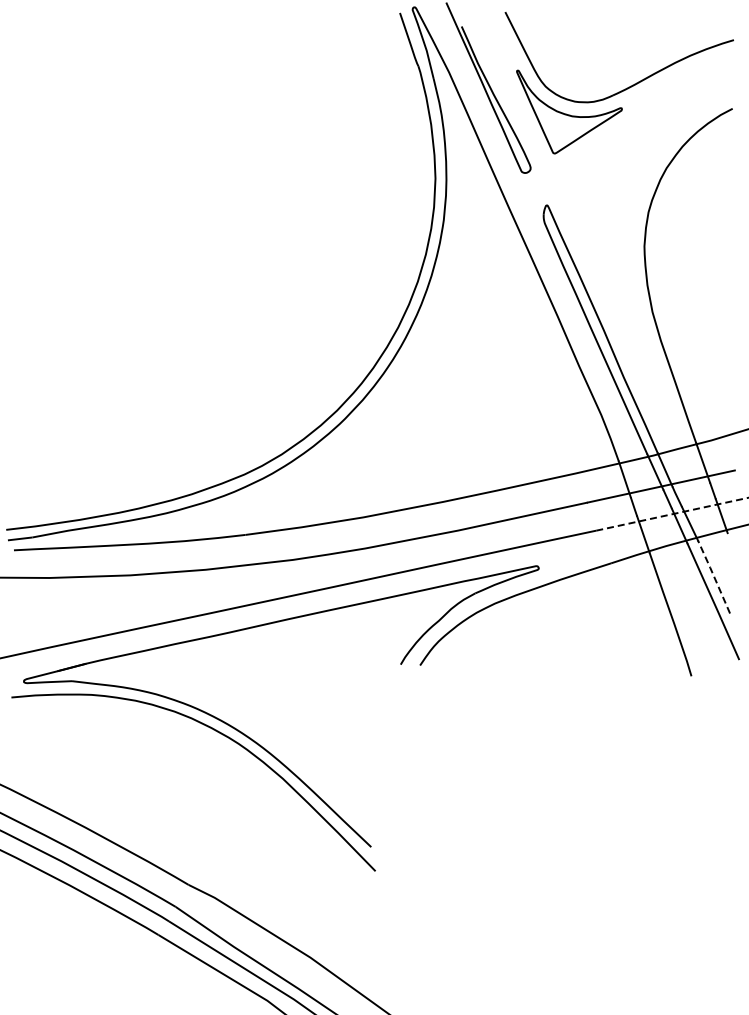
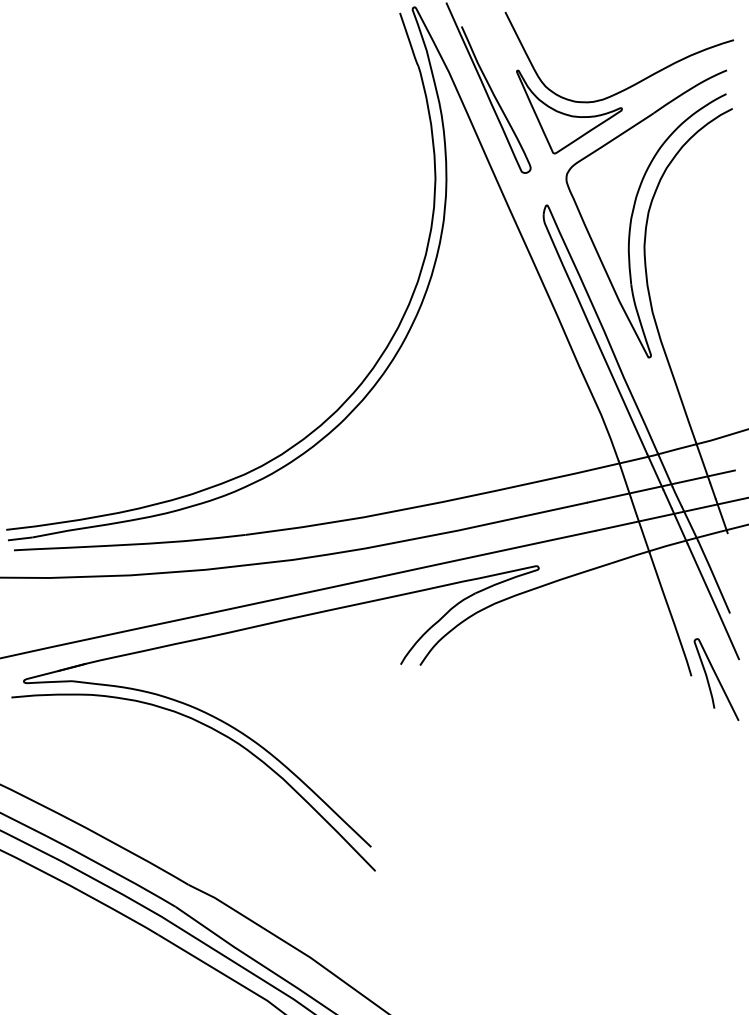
part at (634, 210): none -> present
line at (673, 514): dashed -> solid
line at (713, 576): dashed -> solid
curve at (716, 678): none -> present
